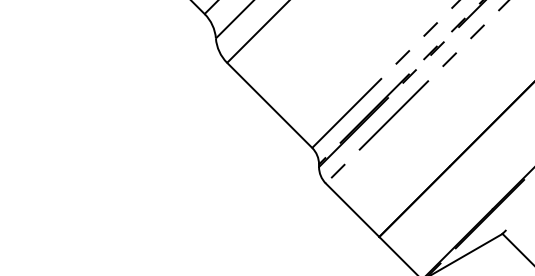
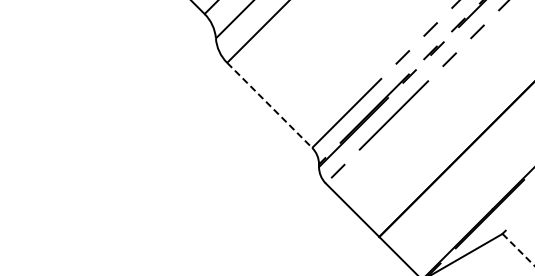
line at (270, 105): solid -> dashed
line at (518, 250): solid -> dashed
